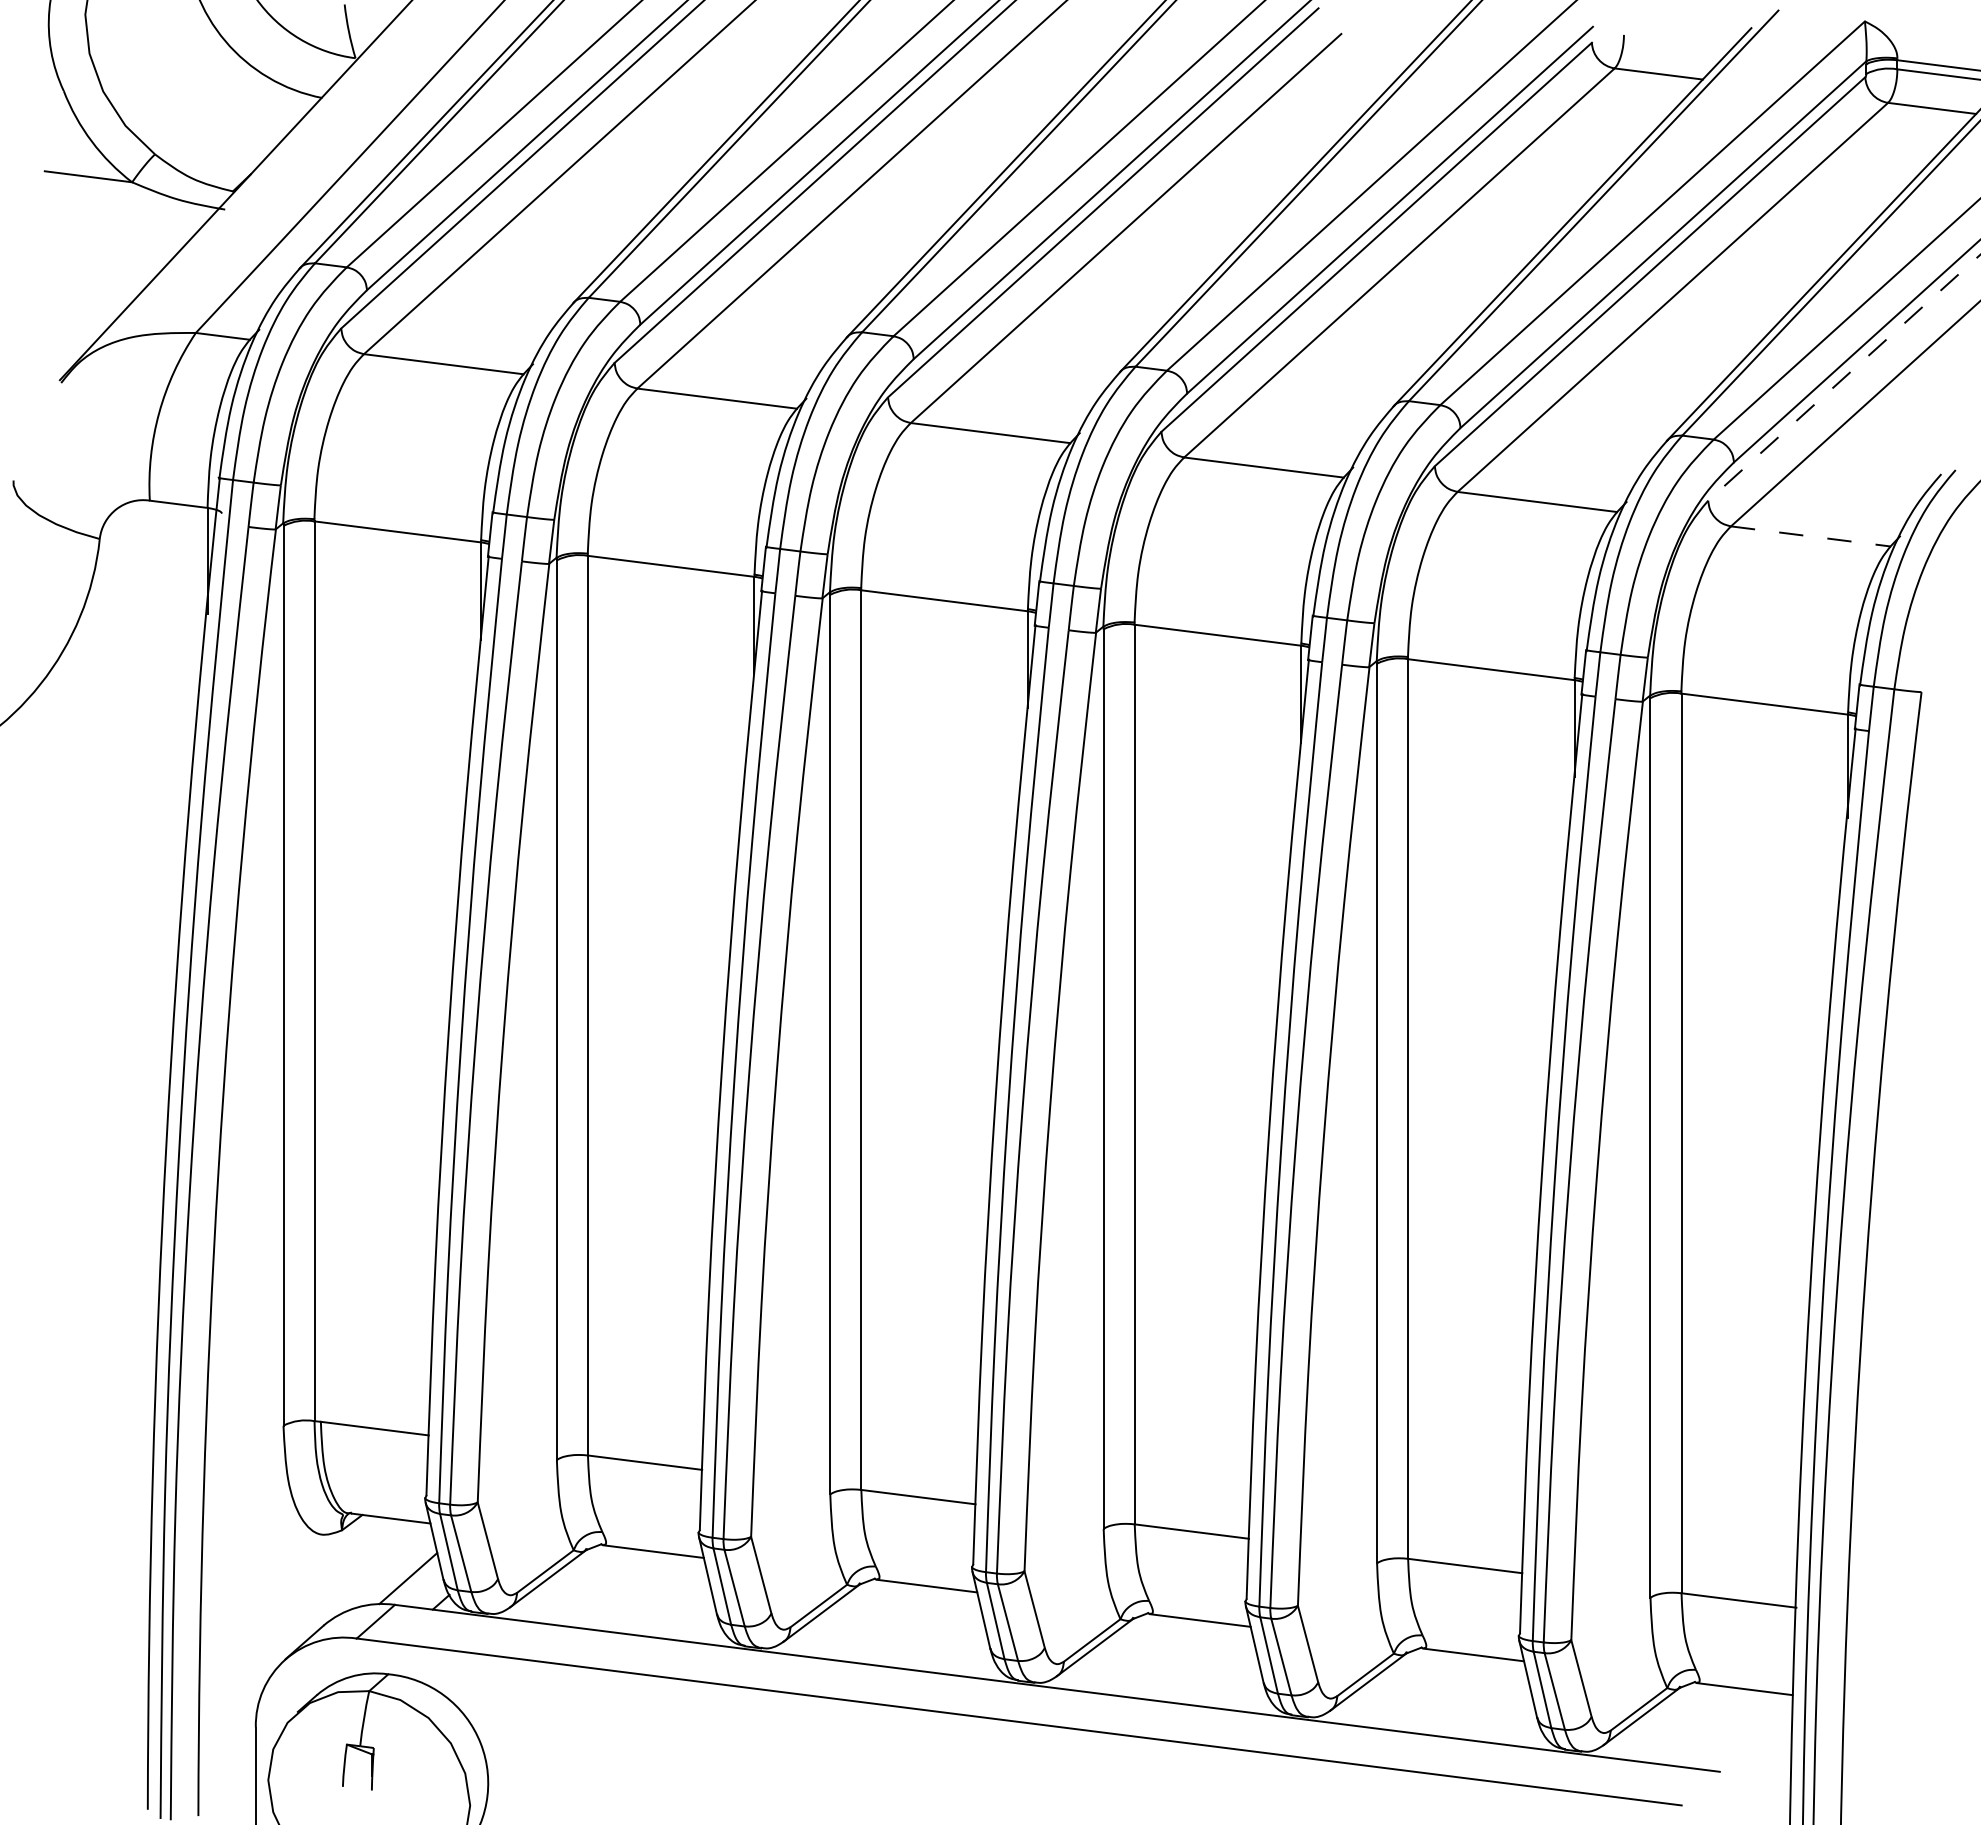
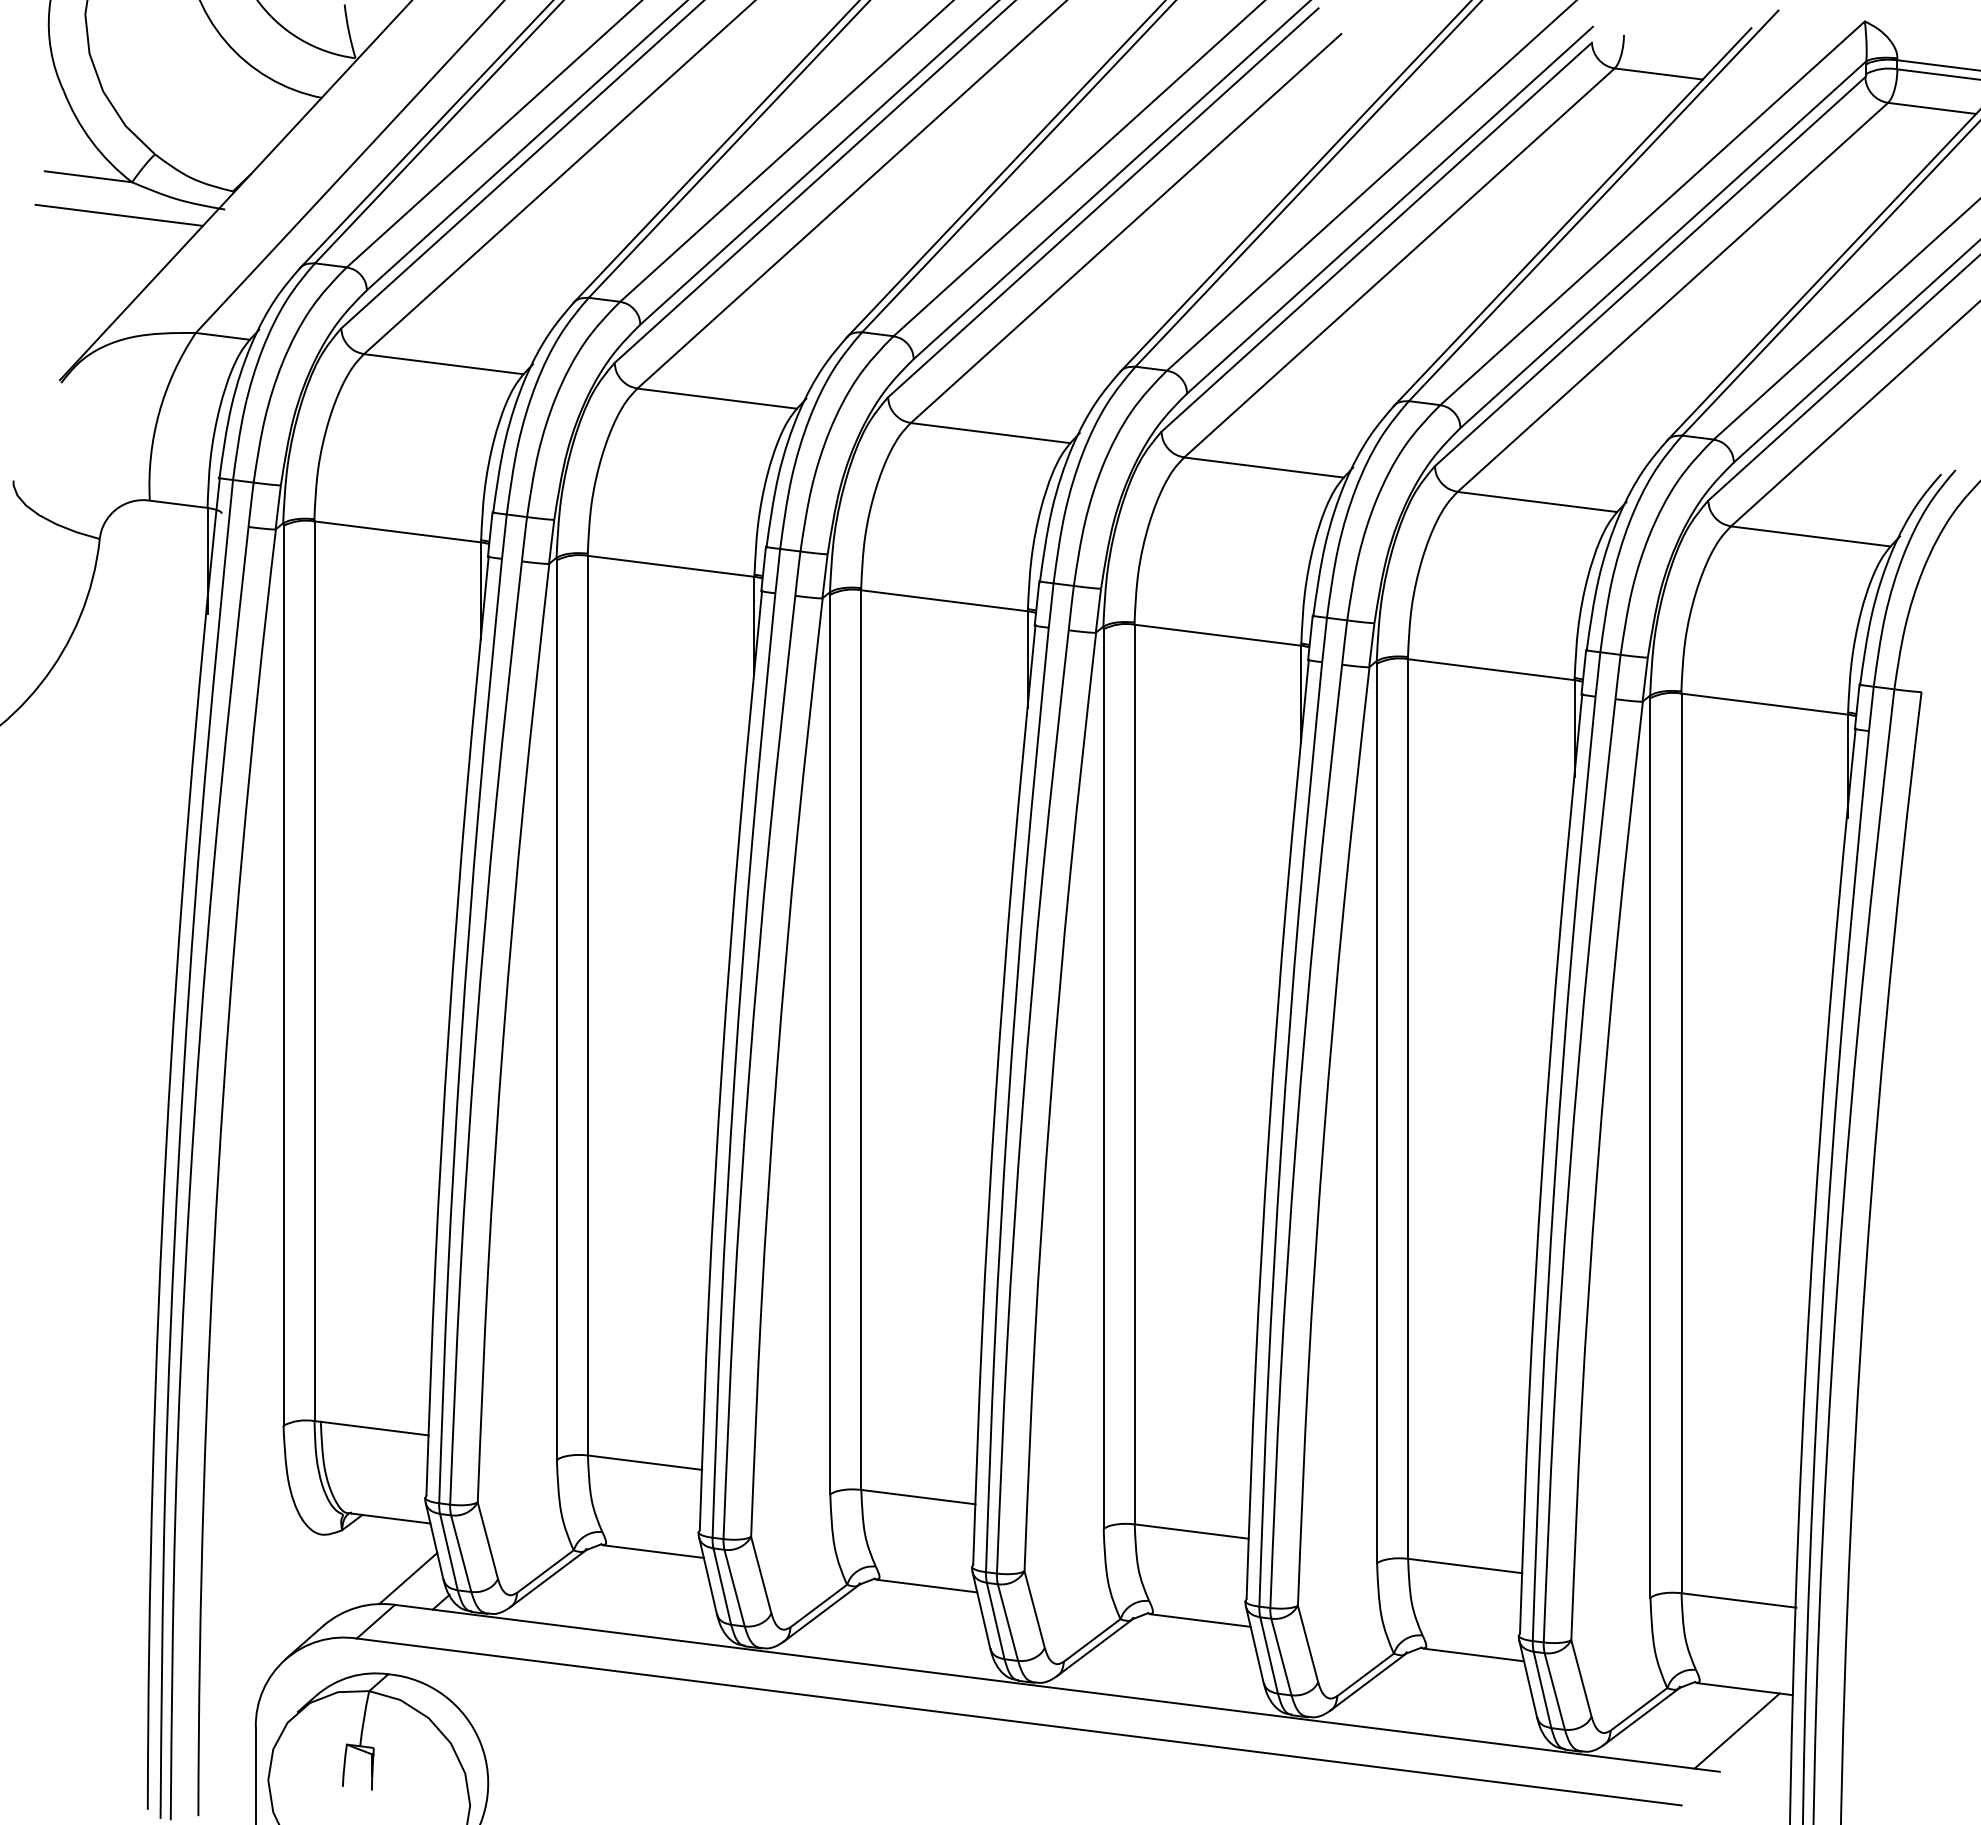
line at (119, 214): none -> present
line at (1844, 377): dashed -> solid
line at (1811, 536): dashed -> solid
line at (1736, 1730): none -> present
